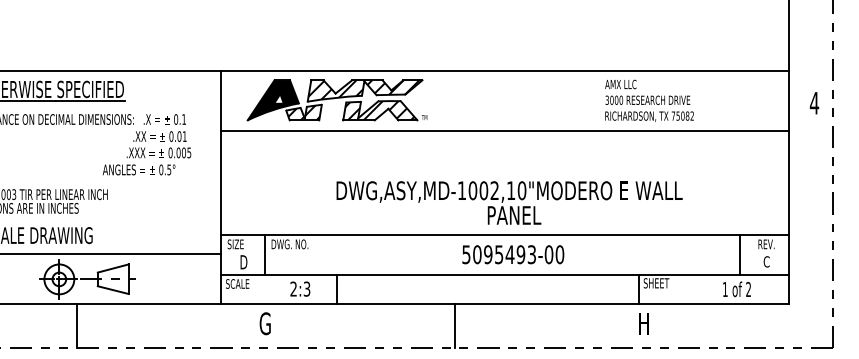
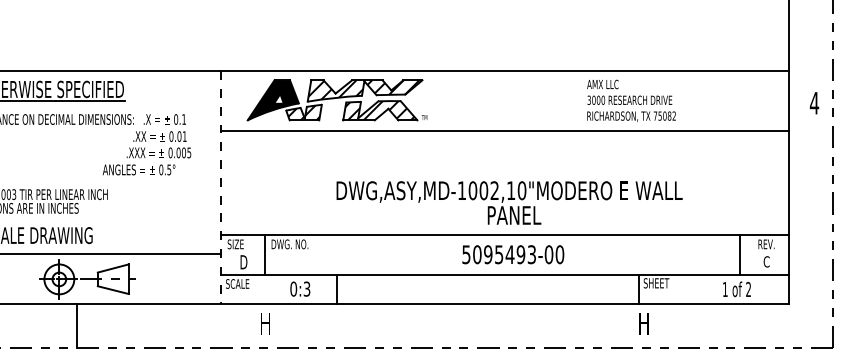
text at (649, 100) position: (649, 100) -> (631, 100)
line at (221, 187): solid -> dashed
text at (293, 288): 2:3 -> 0:3
text at (264, 323): G -> H
line at (455, 325): present -> none
